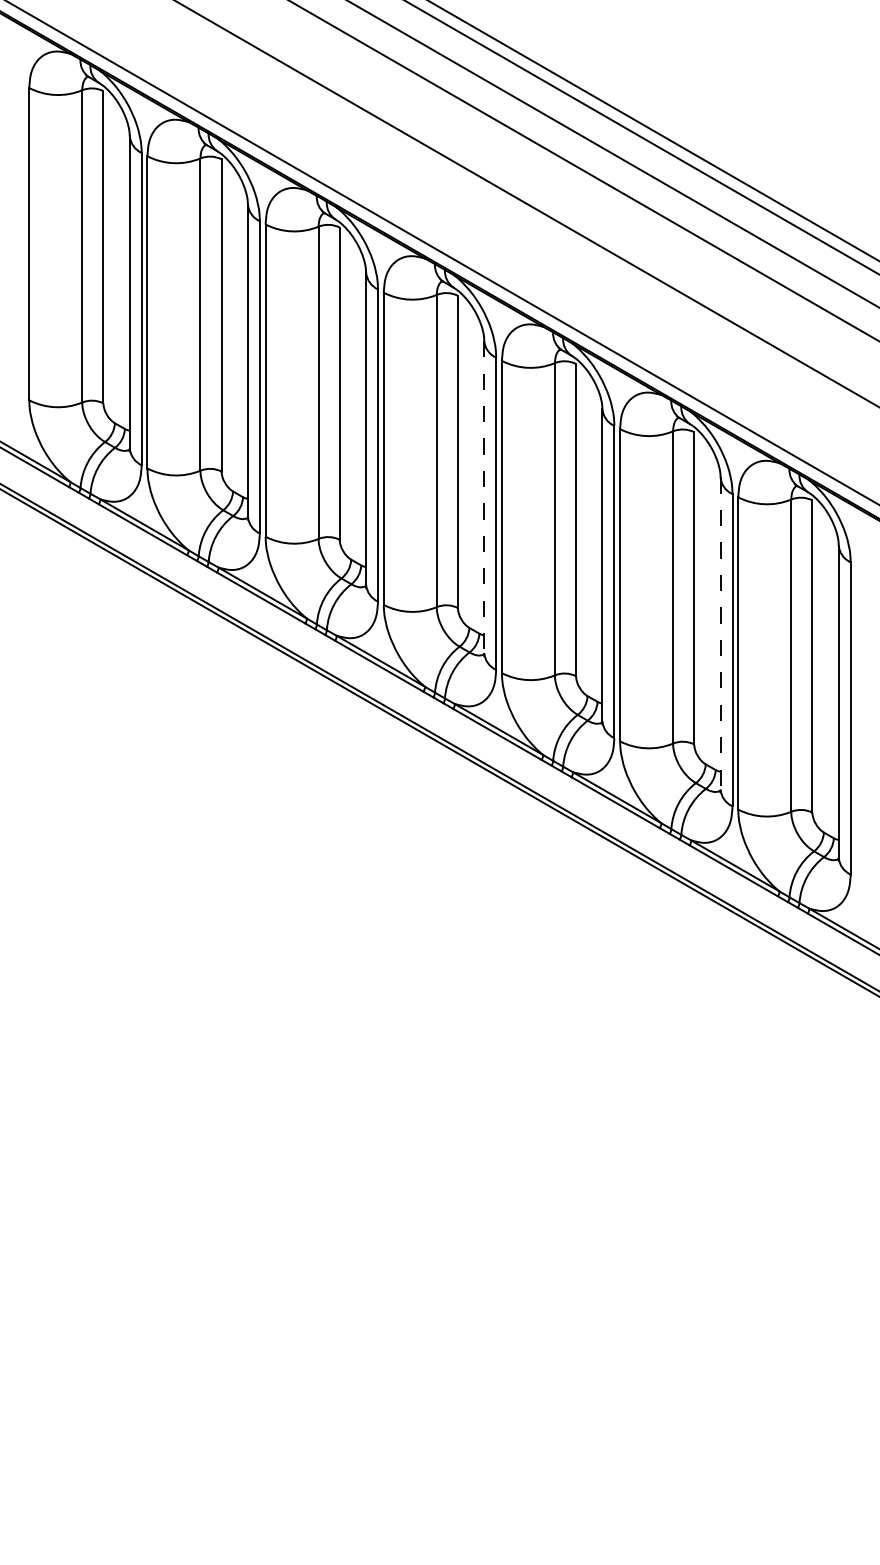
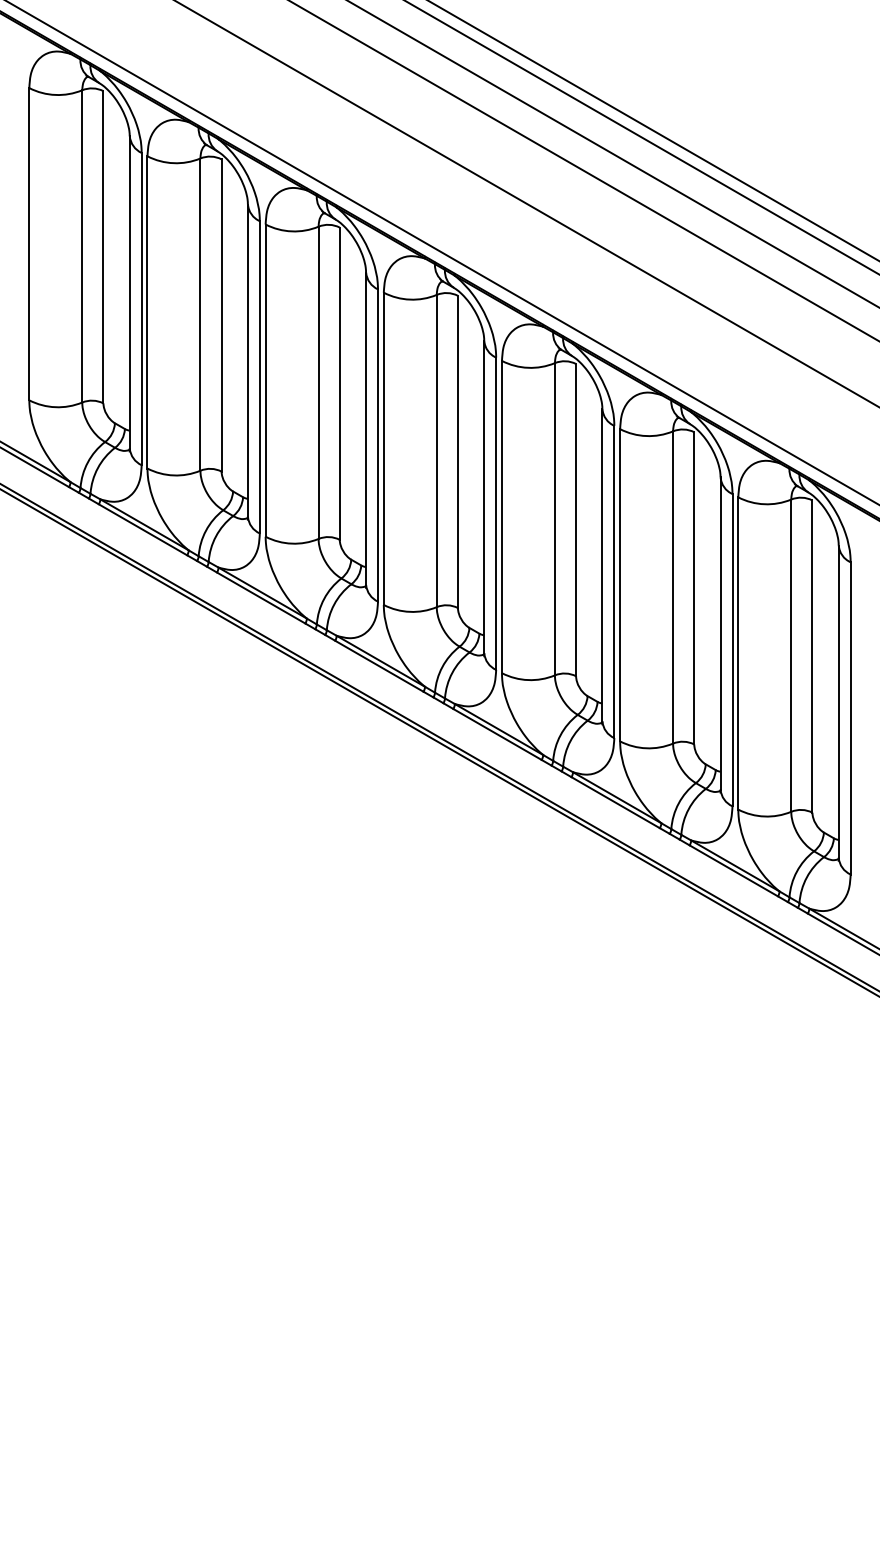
line at (484, 497): dashed -> solid
line at (720, 634): dashed -> solid
